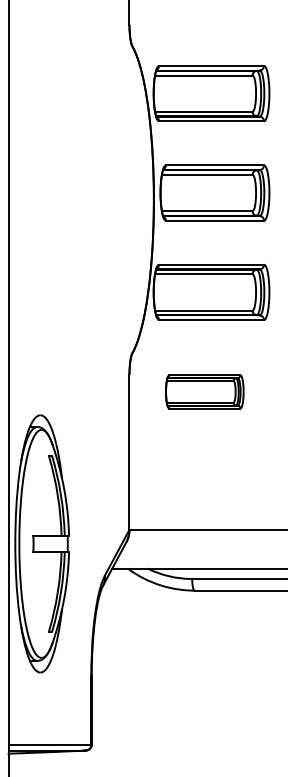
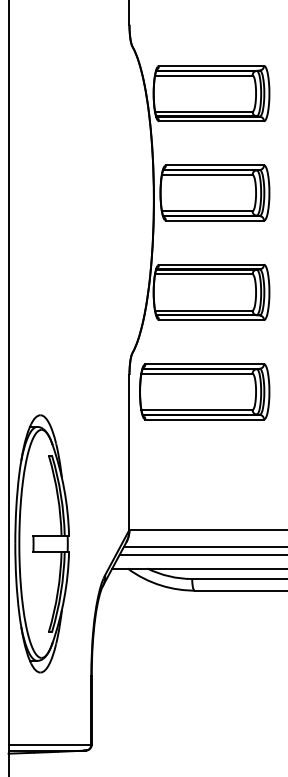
part at (204, 391) size: 80x36 px -> 132x58 px
line at (203, 546): none -> present
line at (201, 554): none -> present
